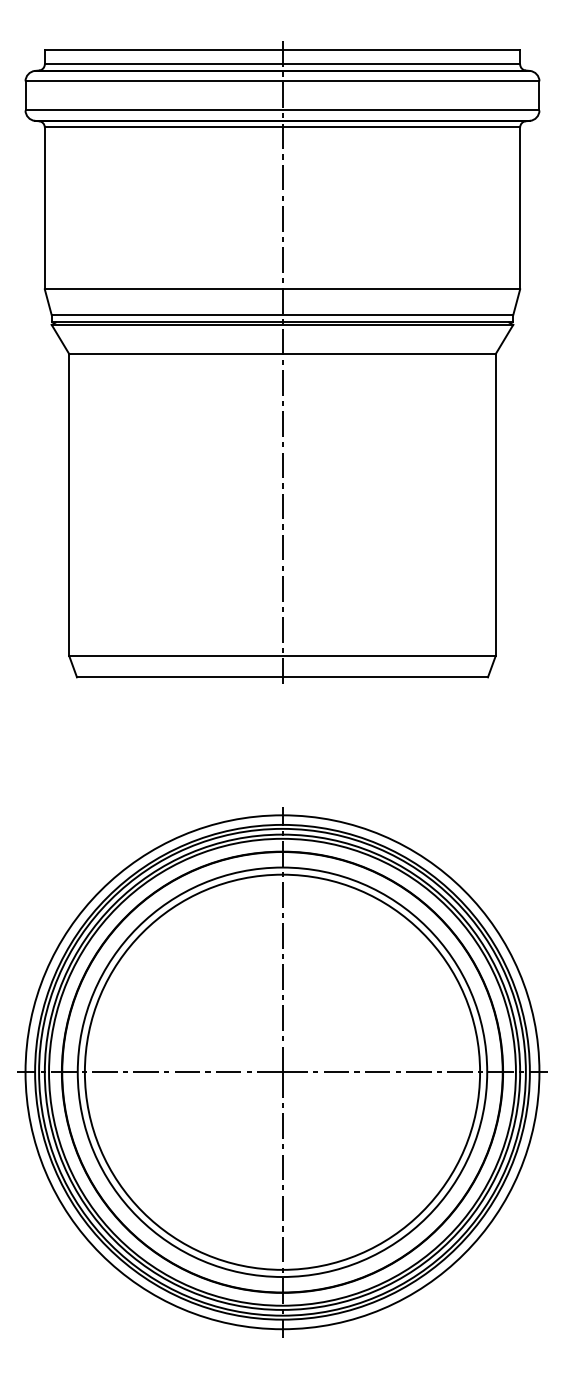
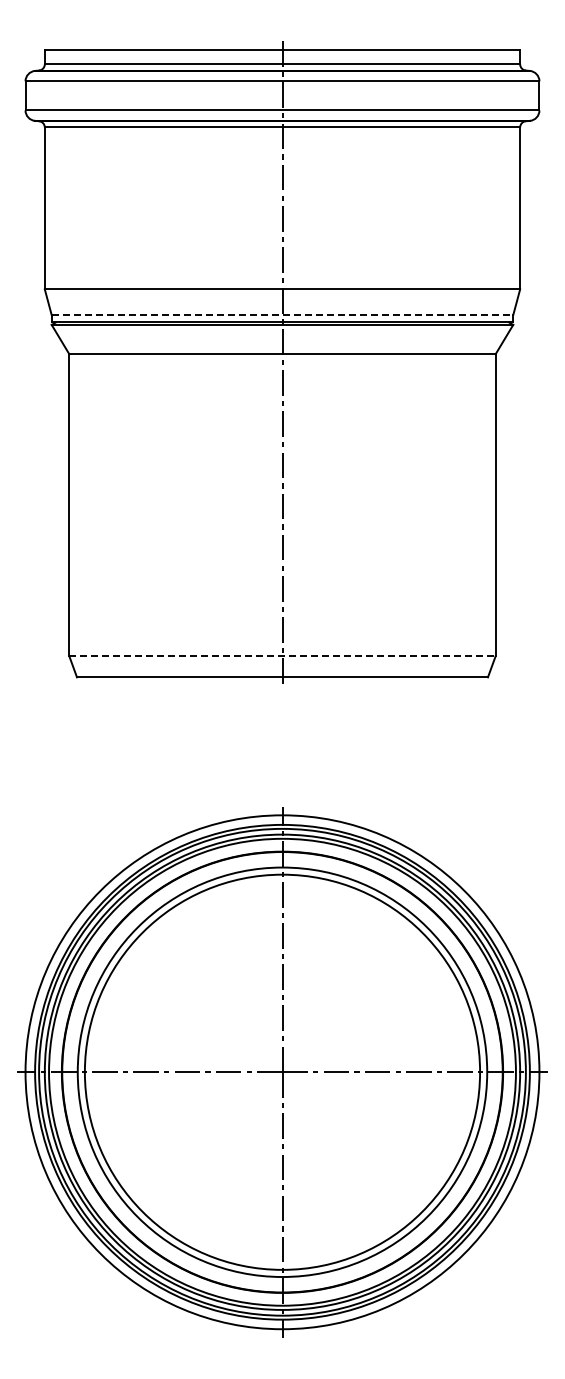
line at (282, 315): solid -> dashed
line at (282, 656): solid -> dashed
